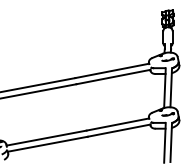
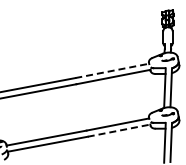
line at (112, 70): solid -> dashed
line at (119, 130): solid -> dashed
